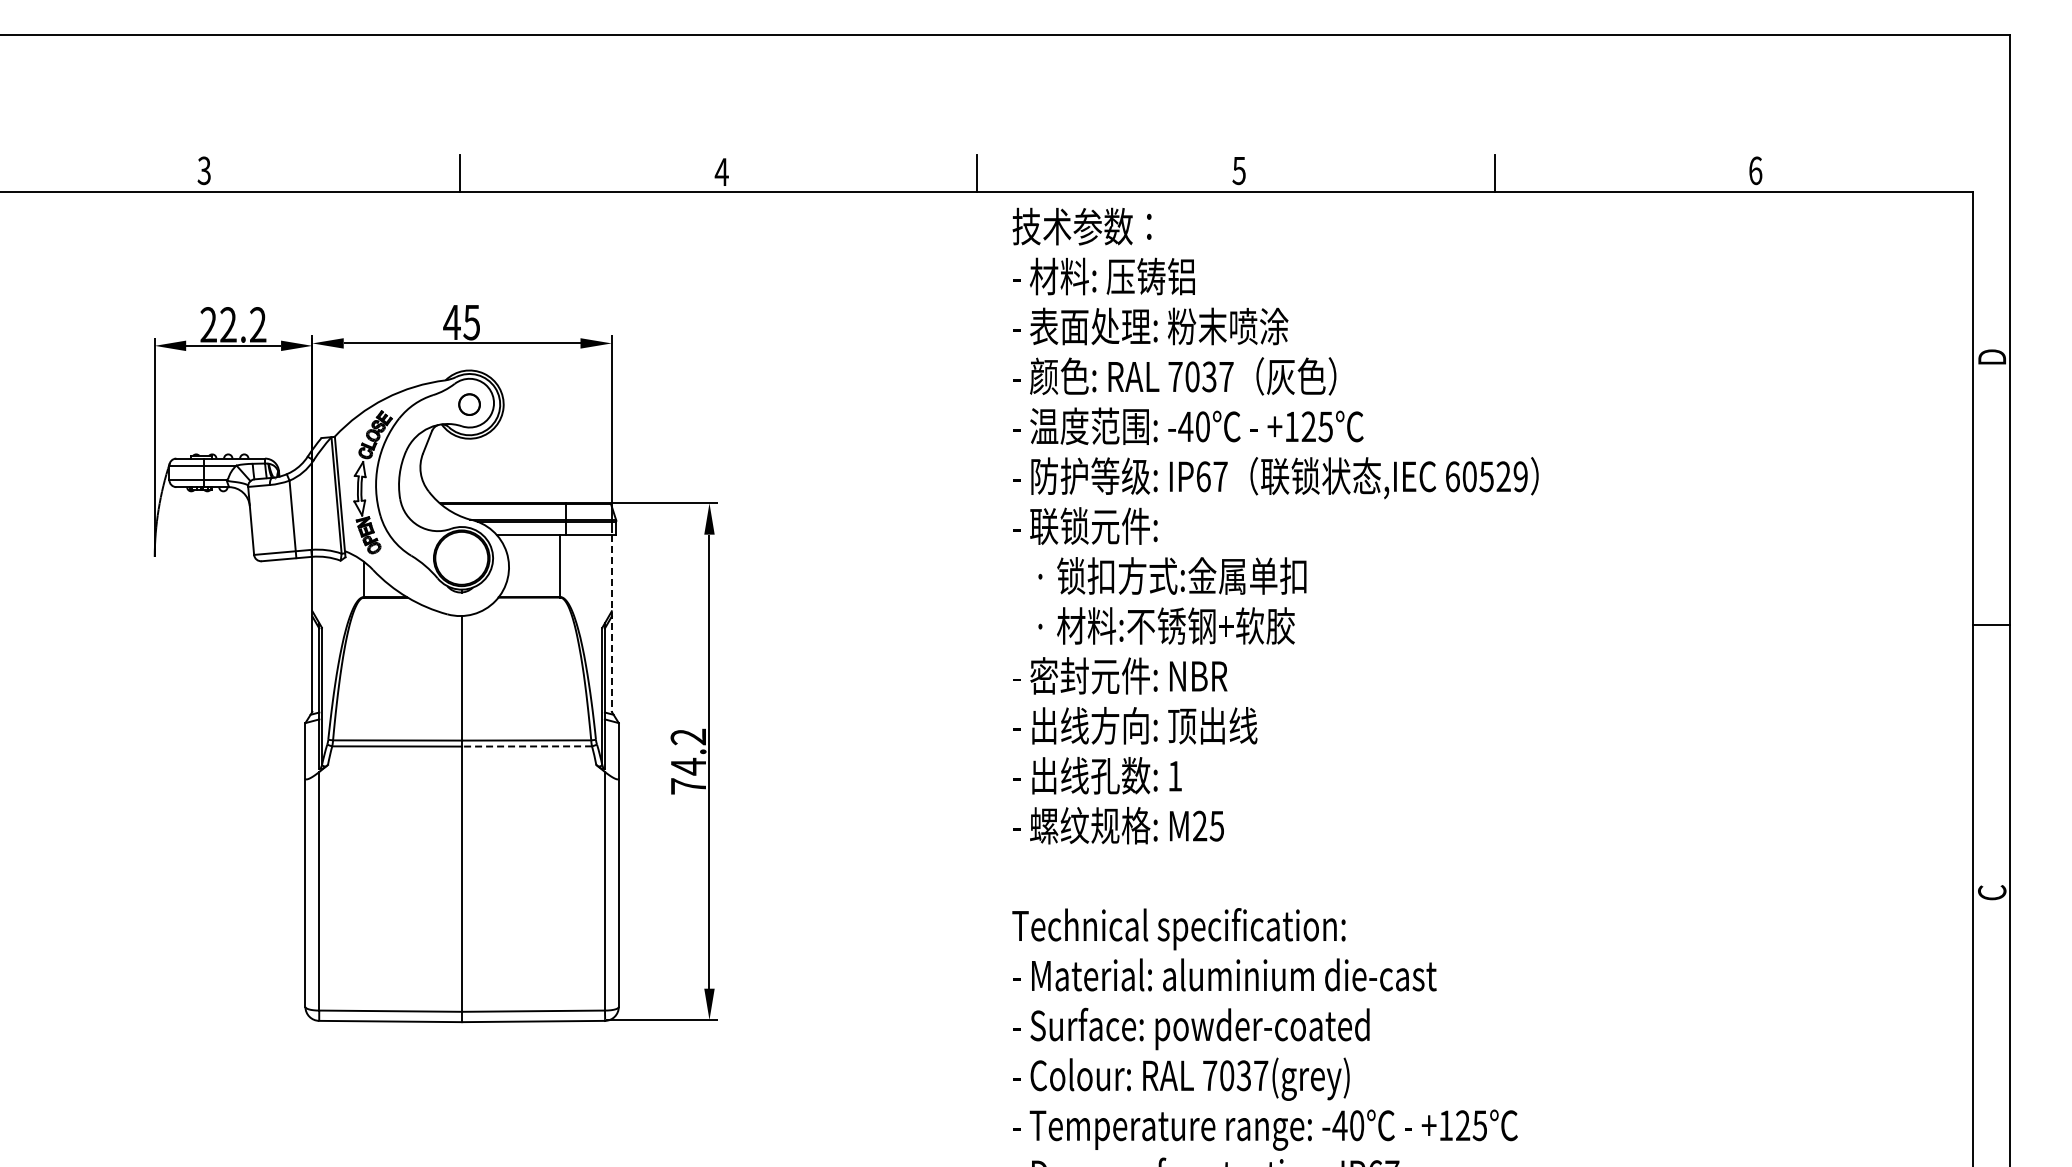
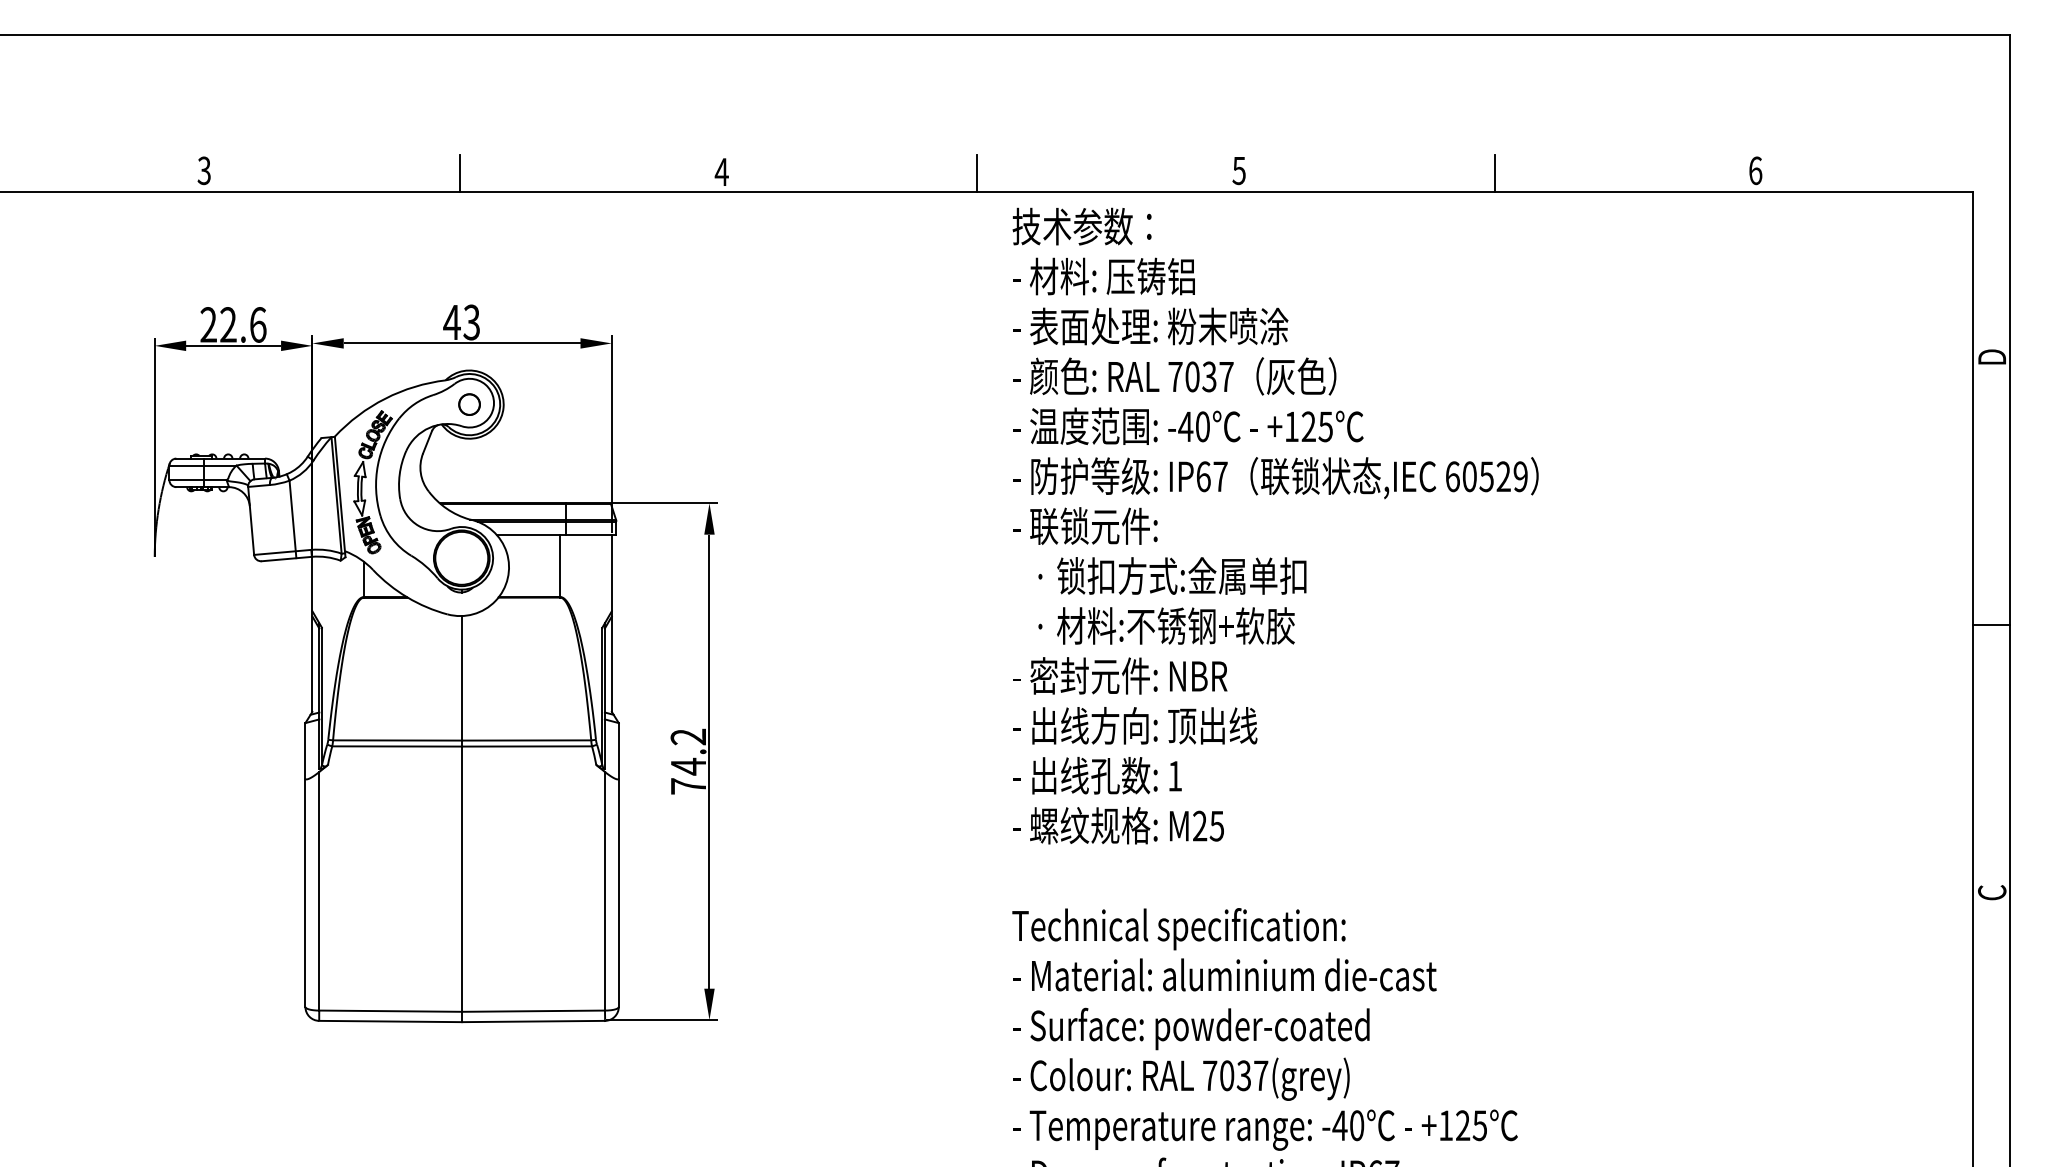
text at (471, 321): 45 -> 43
text at (258, 324): 22.2 -> 22.6
line at (611, 623): dashed -> solid
line at (527, 746): dashed -> solid
